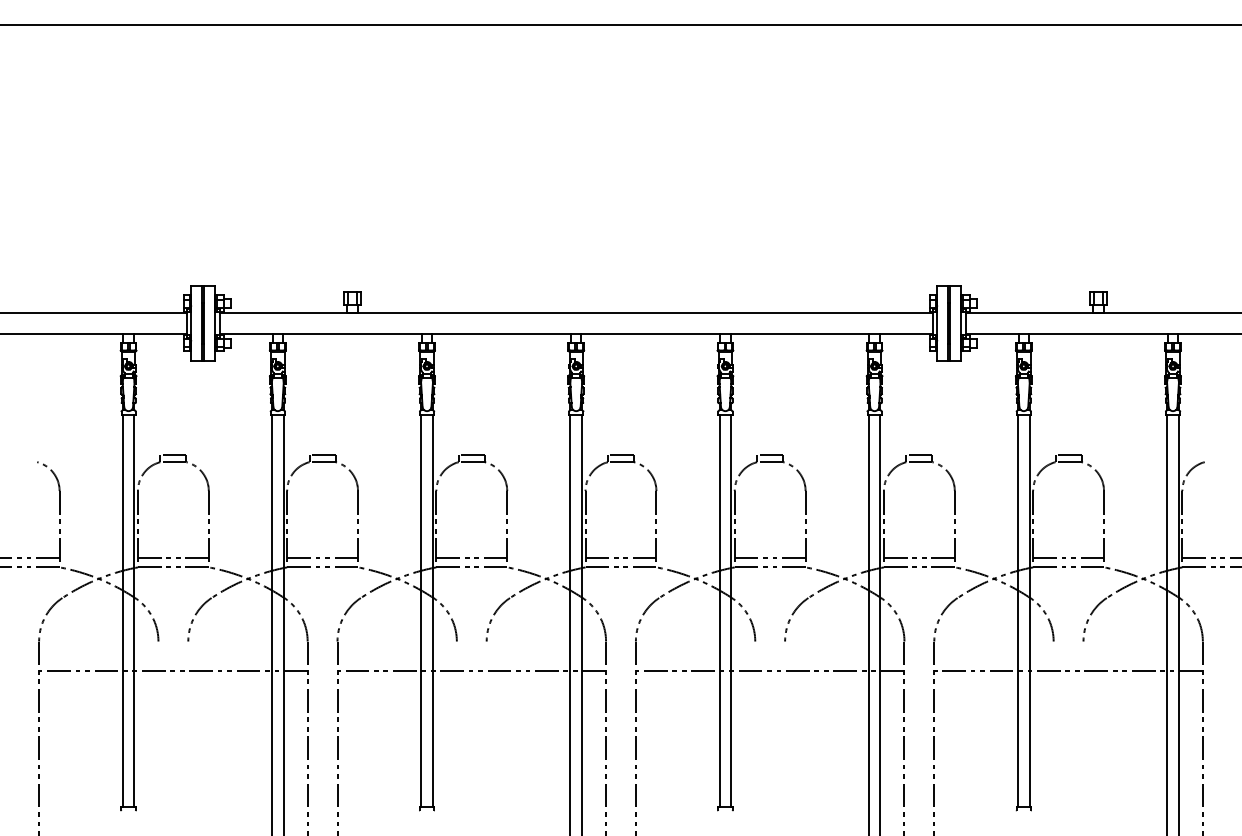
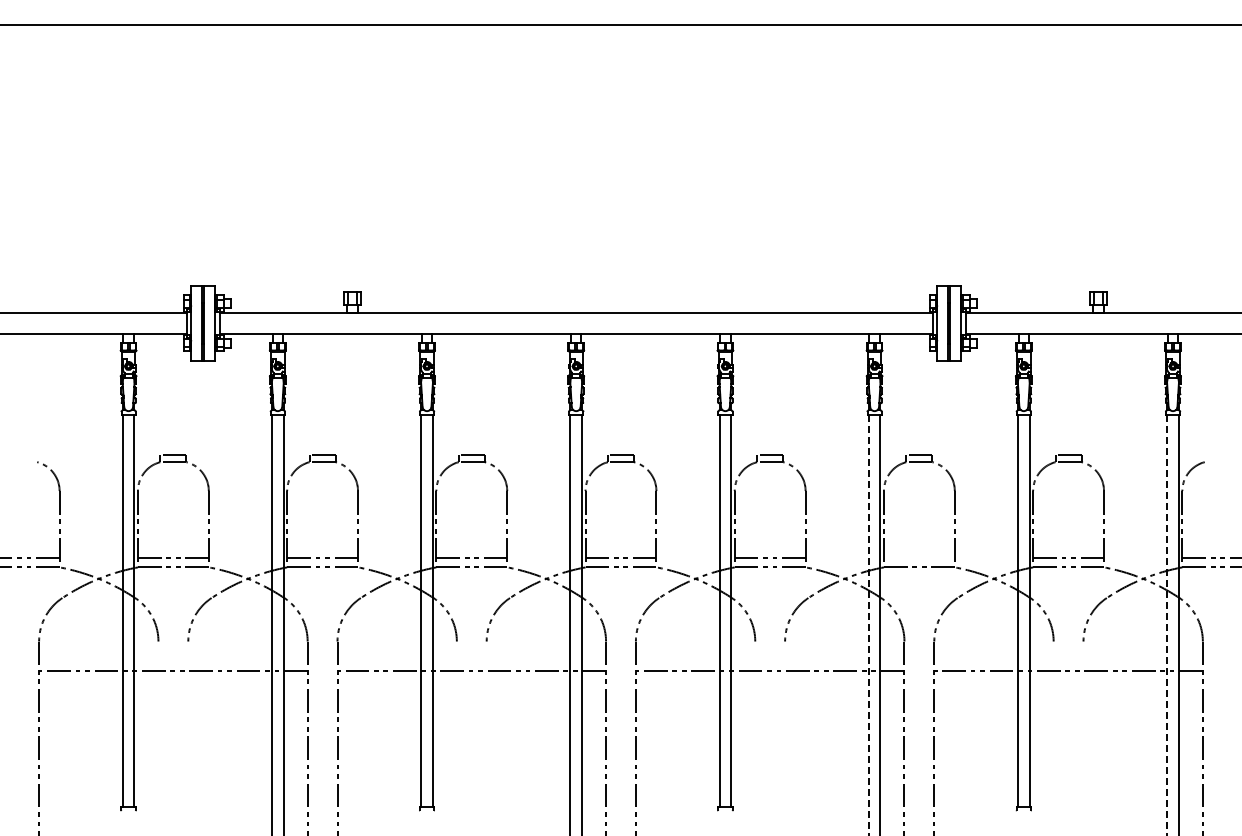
line at (918, 558): present -> none
line at (868, 625): solid -> dashed
line at (1167, 625): solid -> dashed
